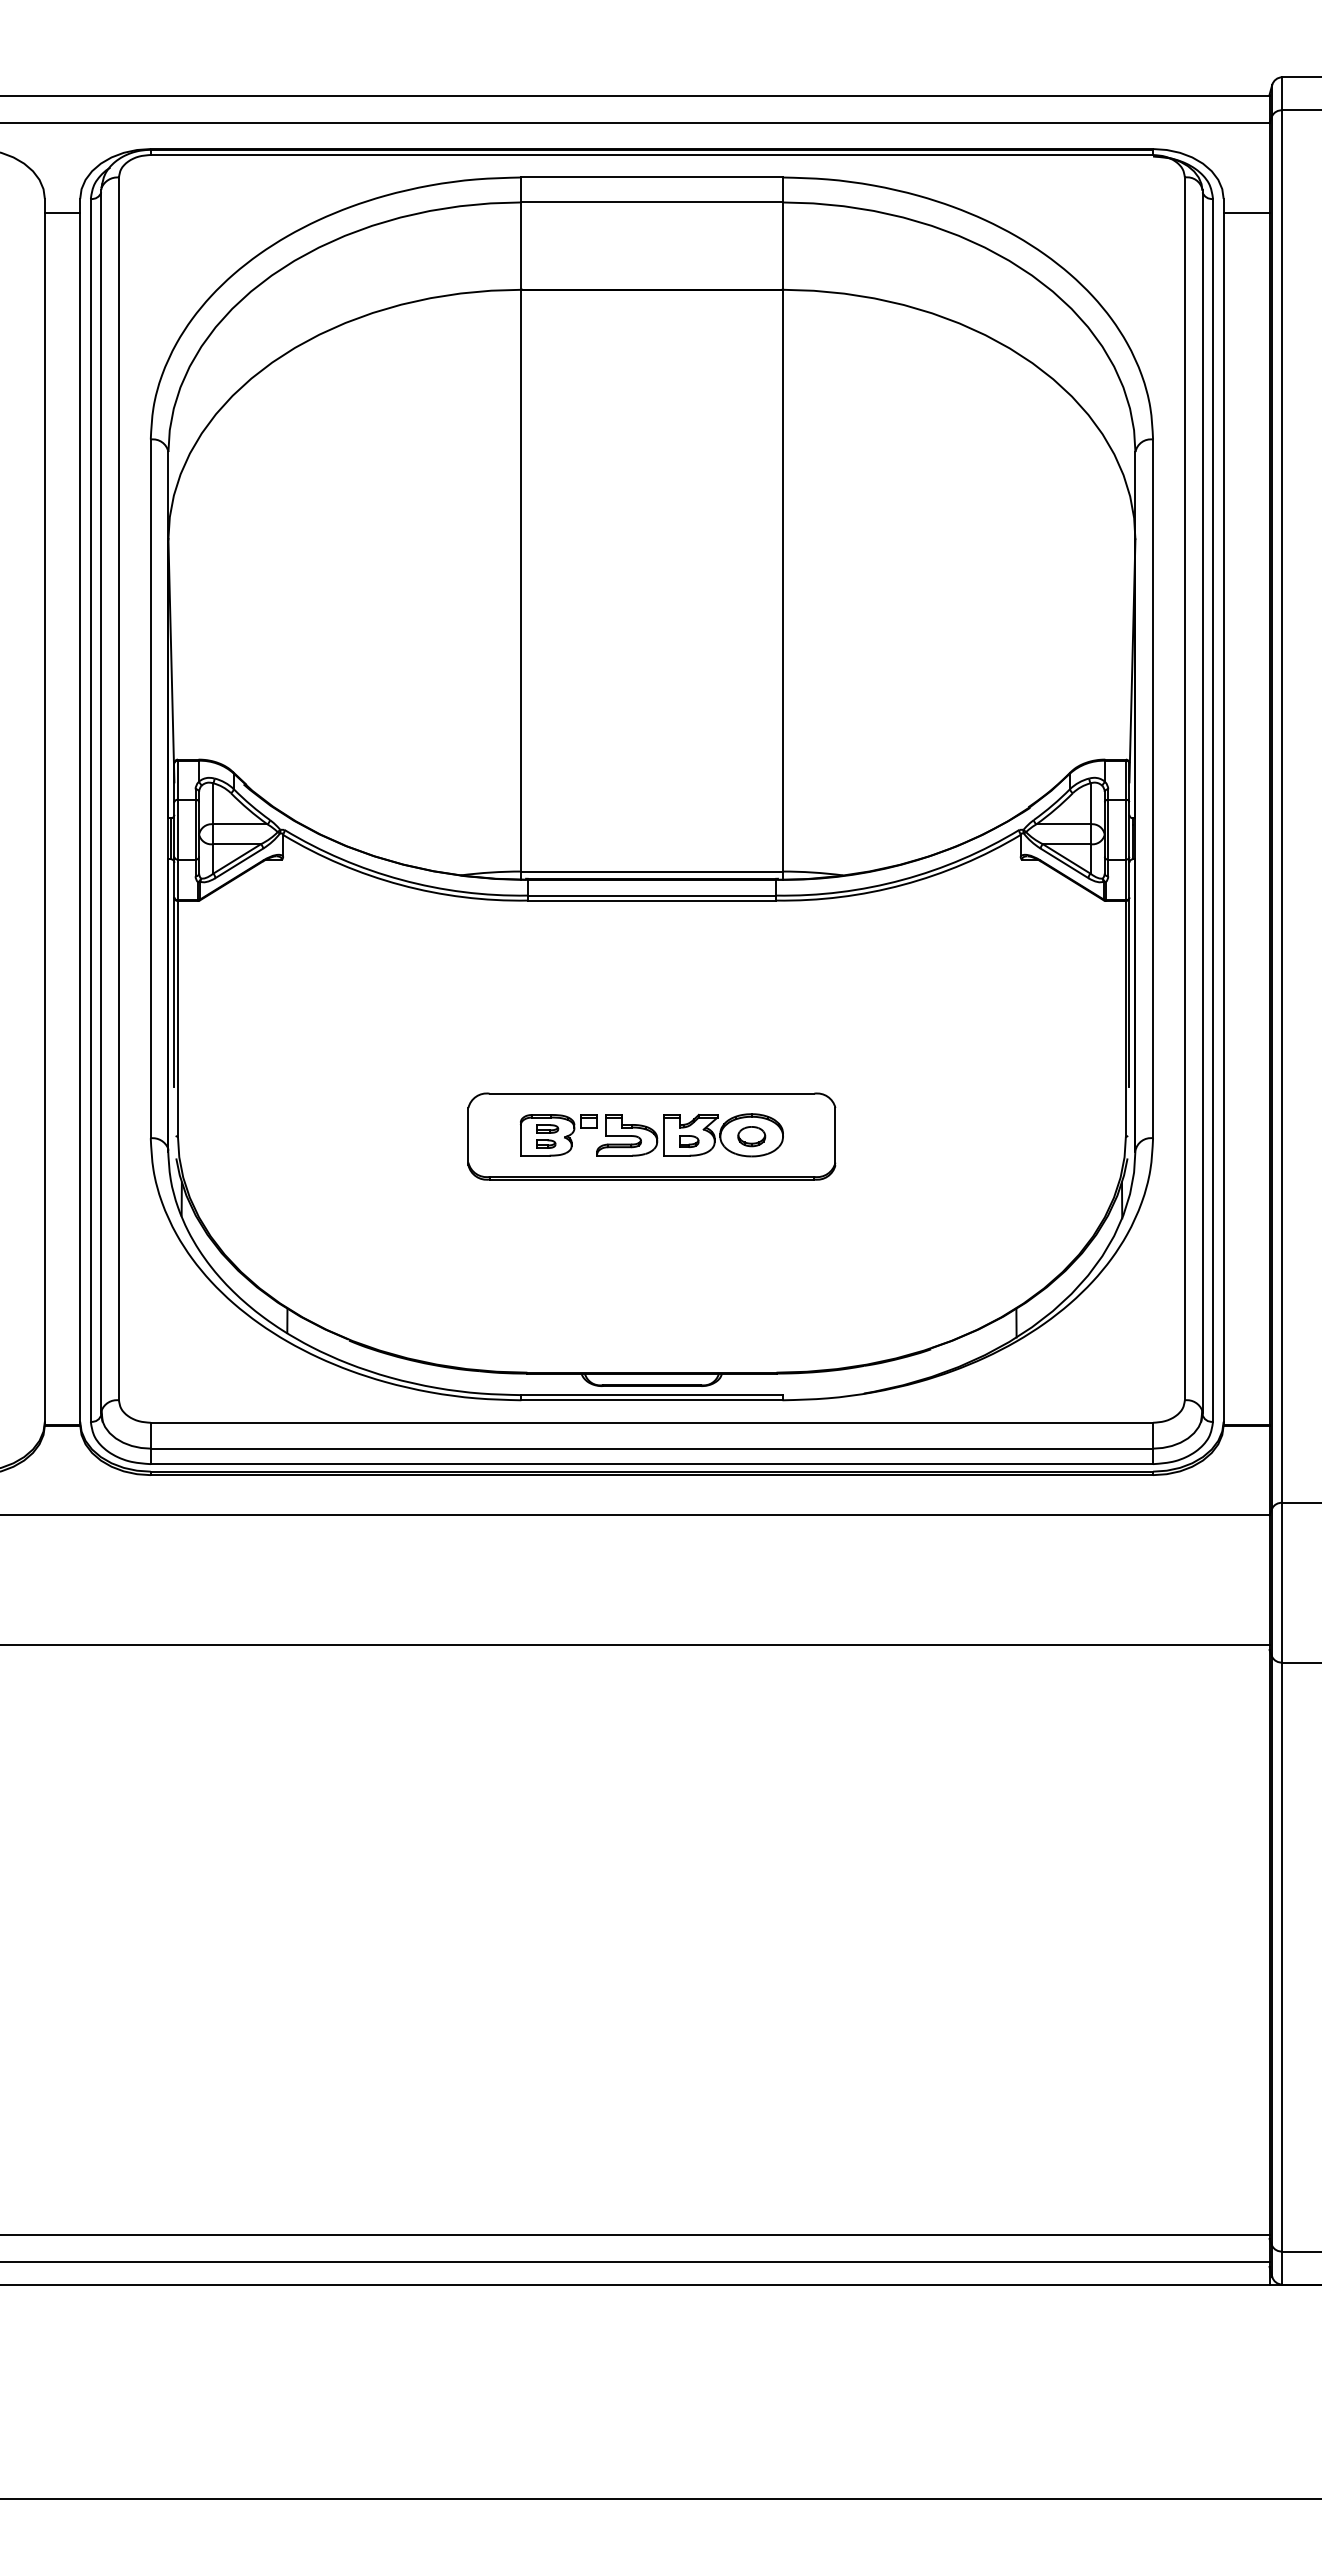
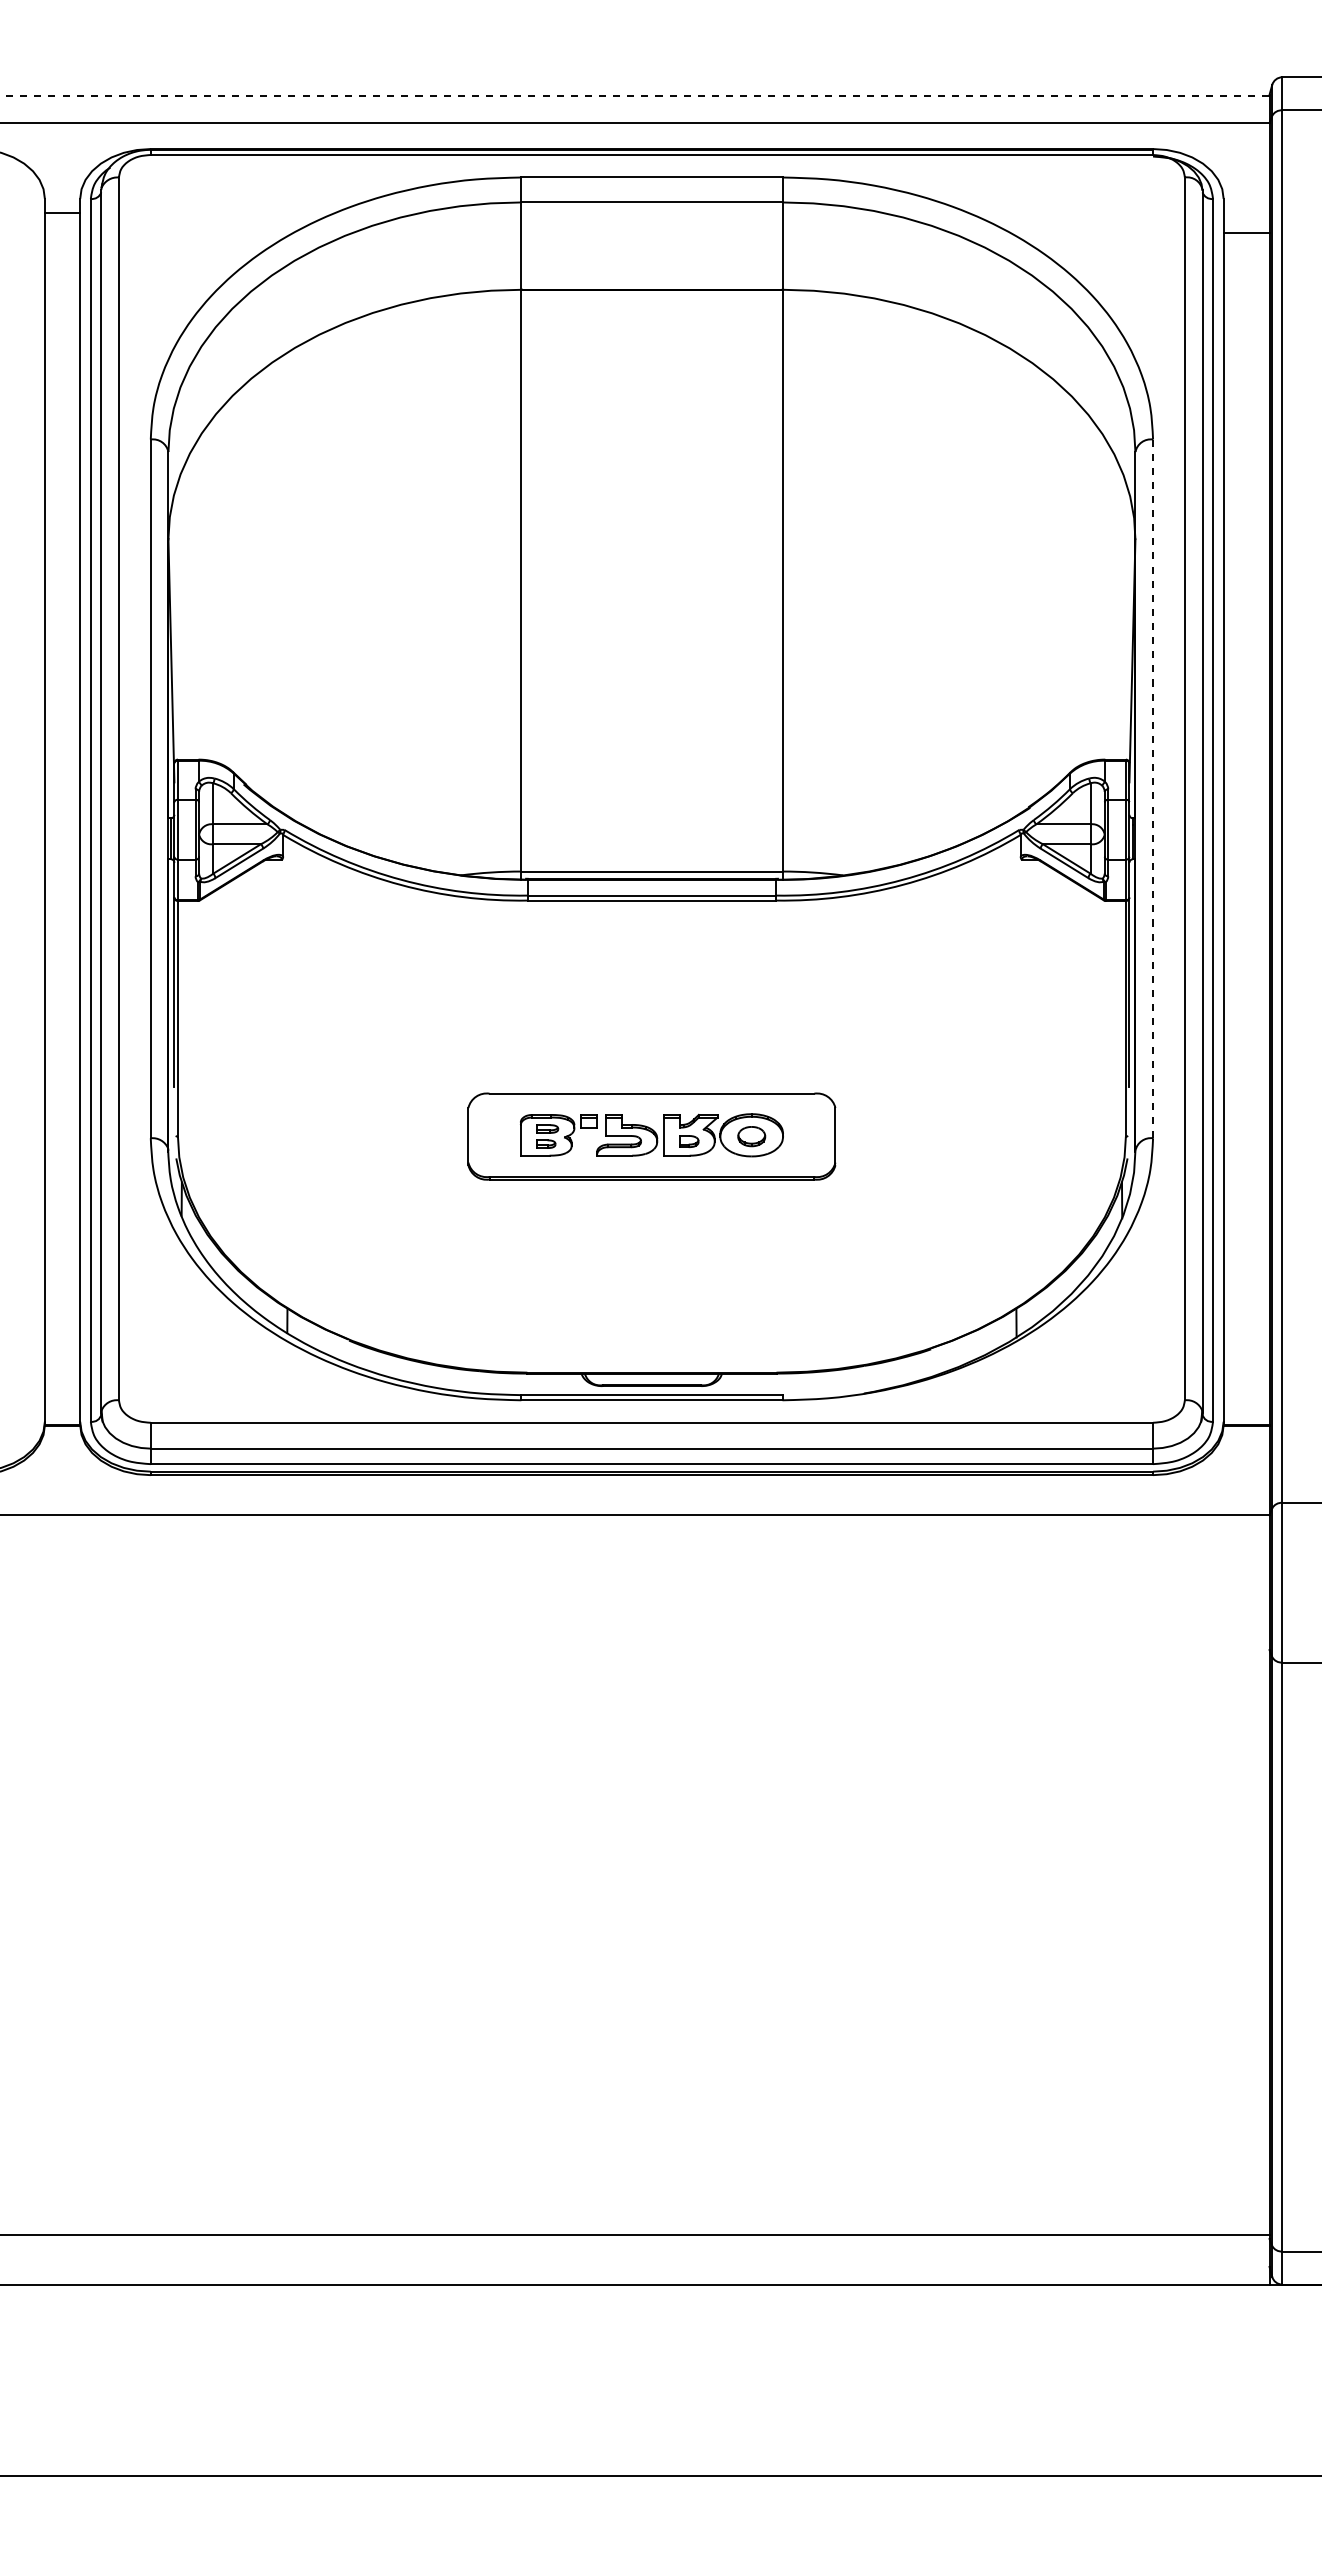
line at (634, 96): solid -> dashed
line at (1246, 212) position: (1246, 212) -> (1246, 232)
line at (1153, 788): solid -> dashed
line at (635, 1644): present -> none
line at (635, 2261): present -> none
line at (660, 2498) position: (660, 2498) -> (660, 2475)
